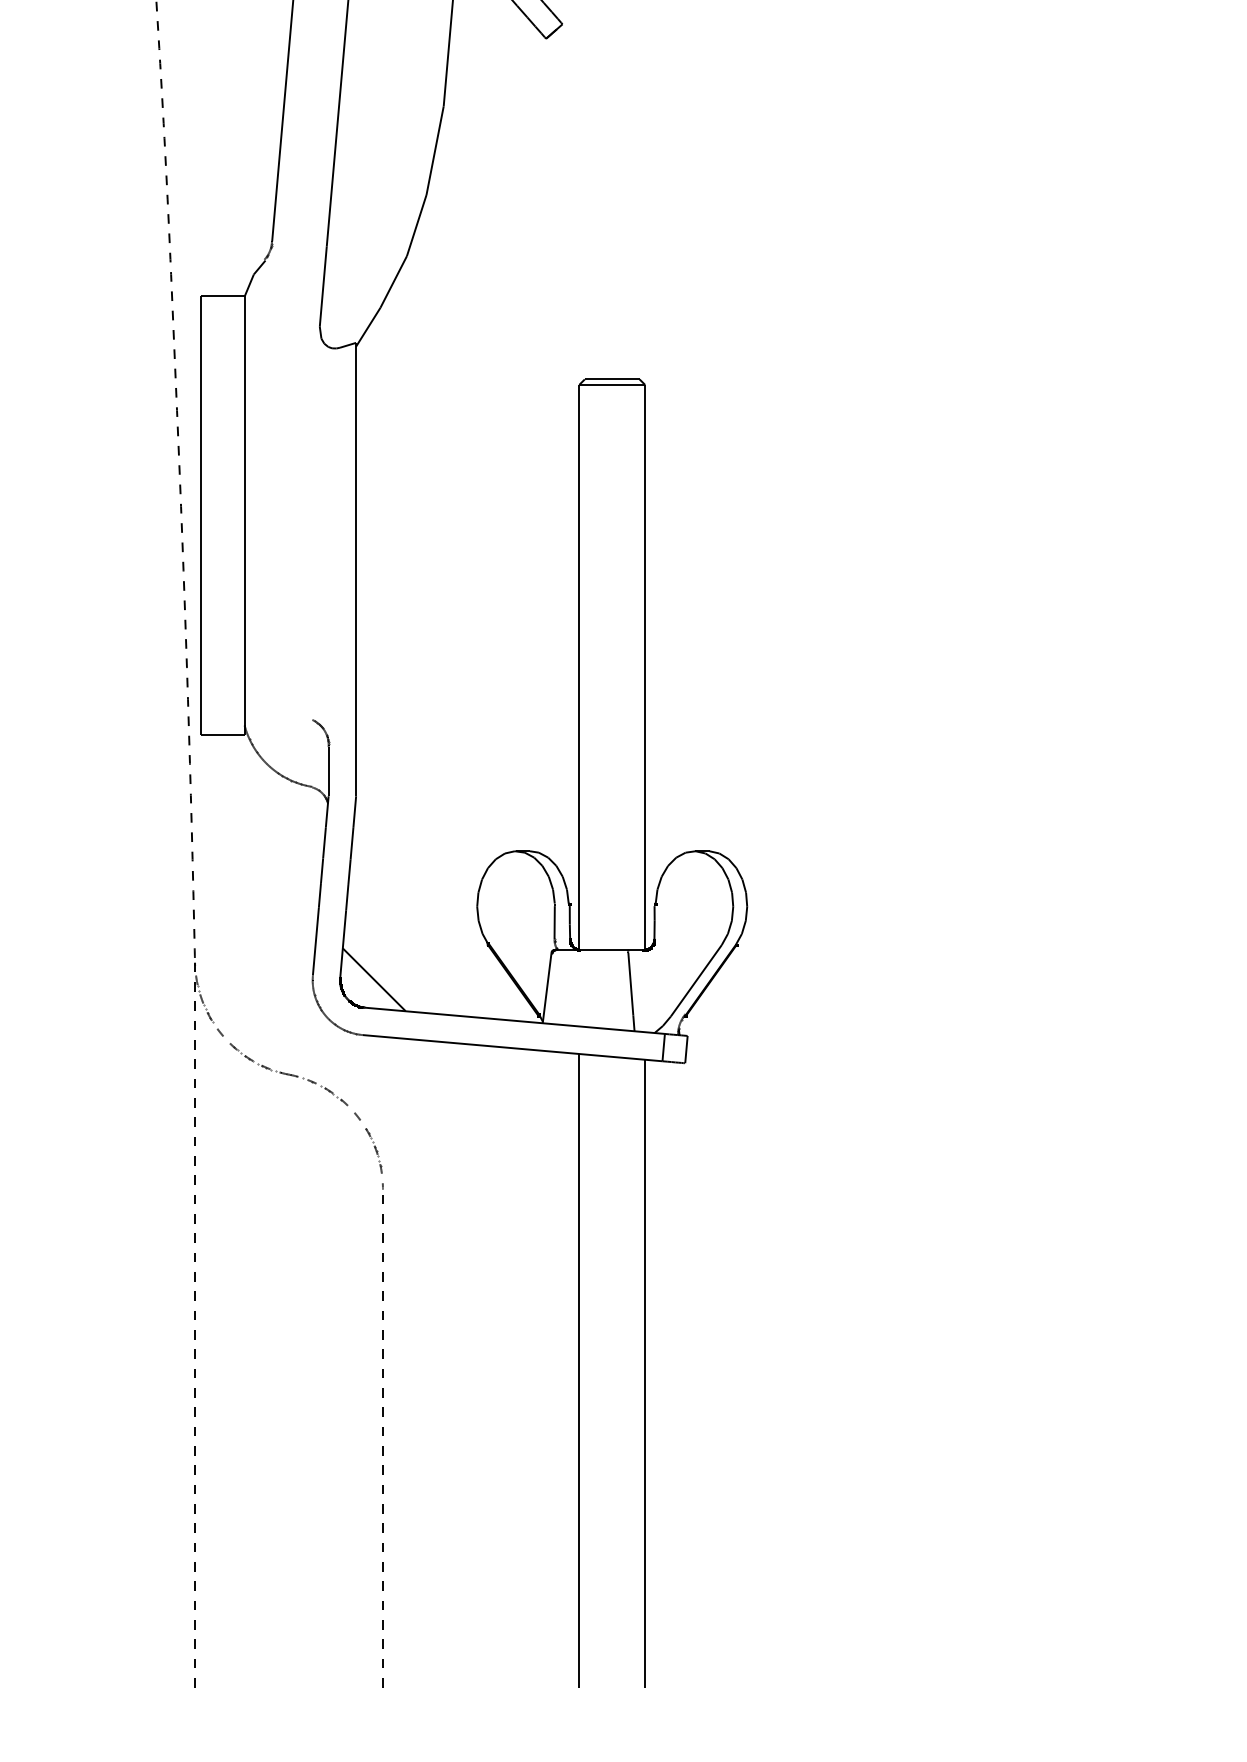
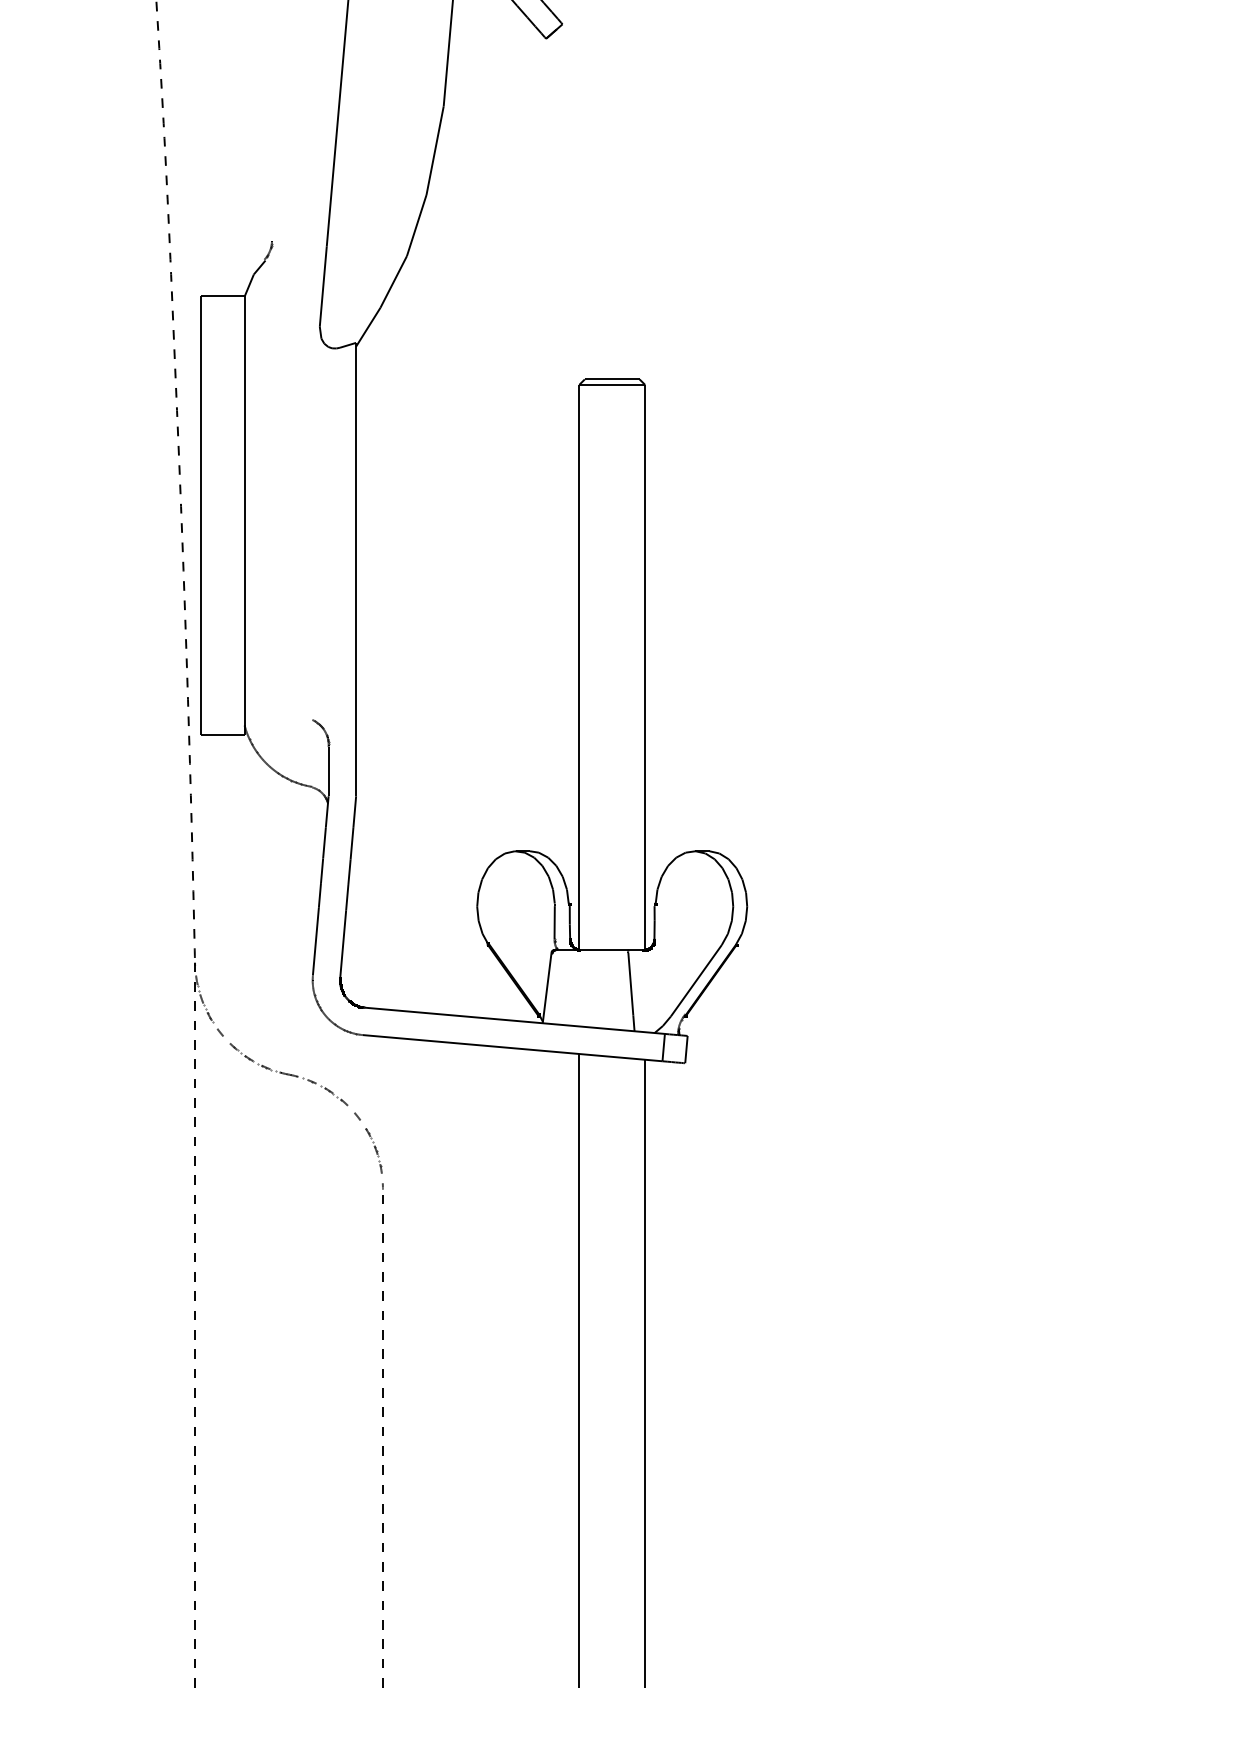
line at (282, 121): present -> none
line at (373, 979): present -> none
